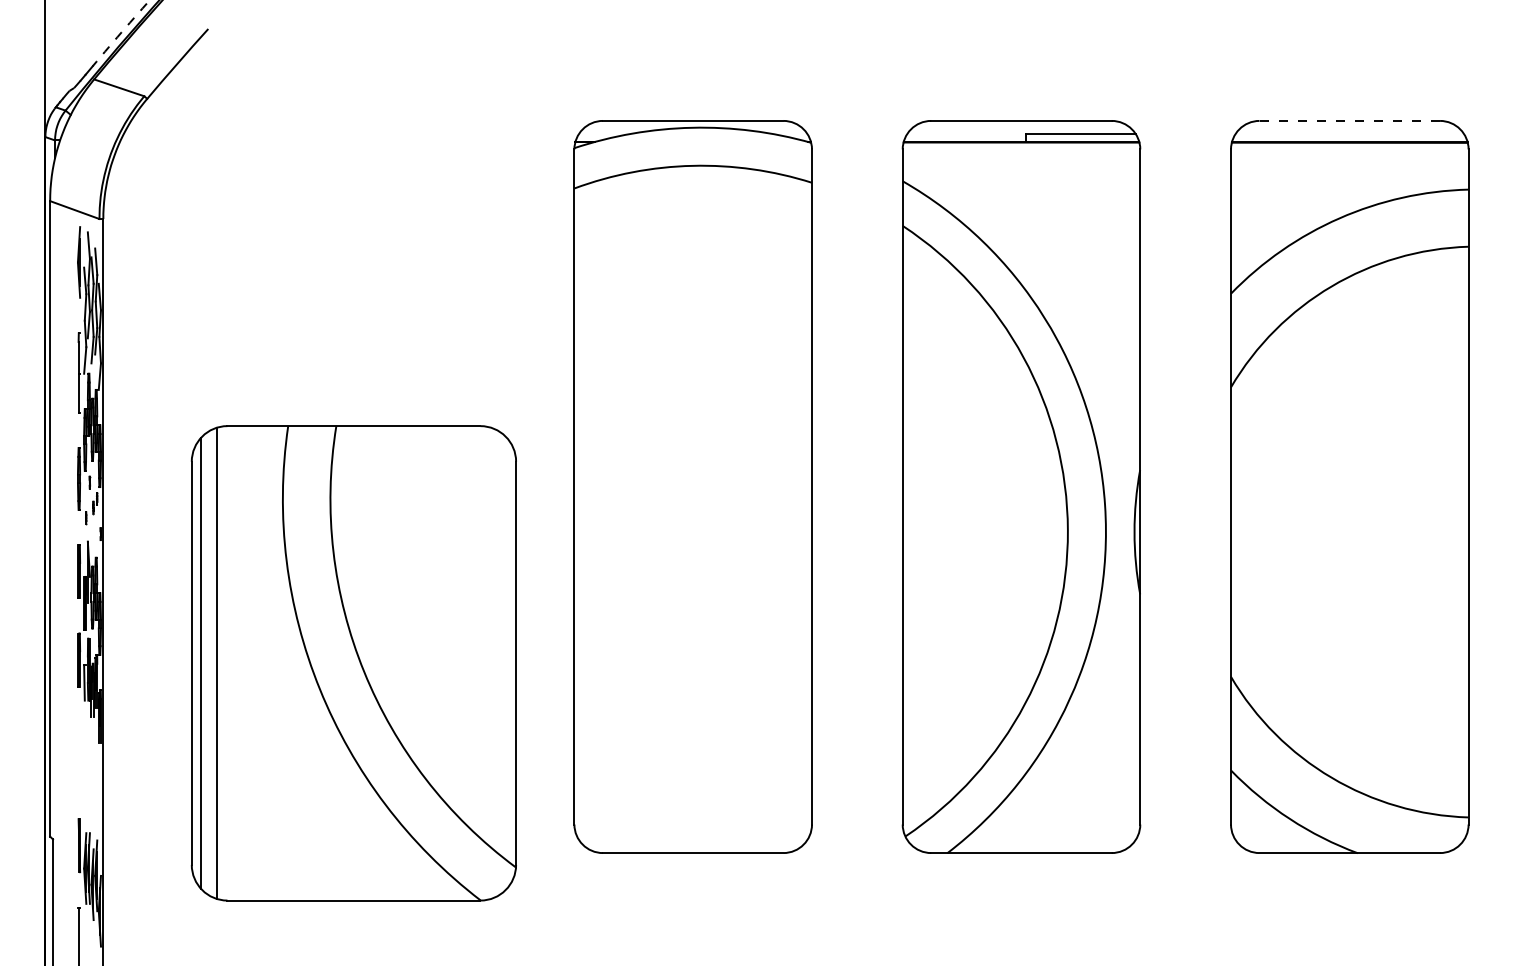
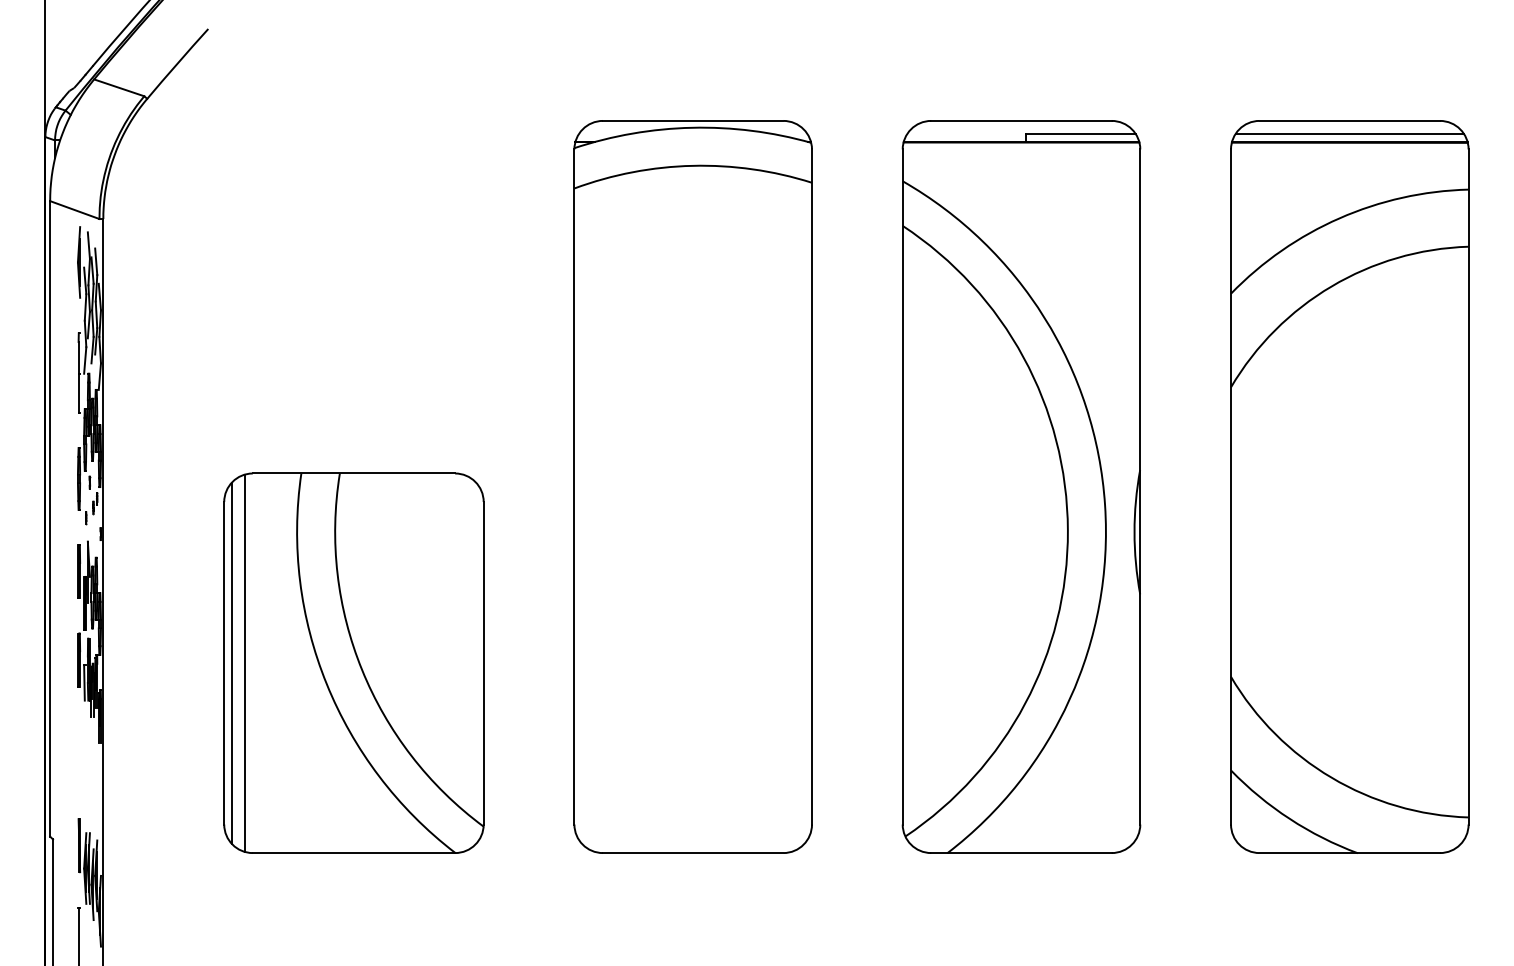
arc at (121, 32): dashed -> solid
line at (1350, 120): dashed -> solid
line at (1349, 133): none -> present
part at (353, 663) size: 327x477 px -> 262x382 px
